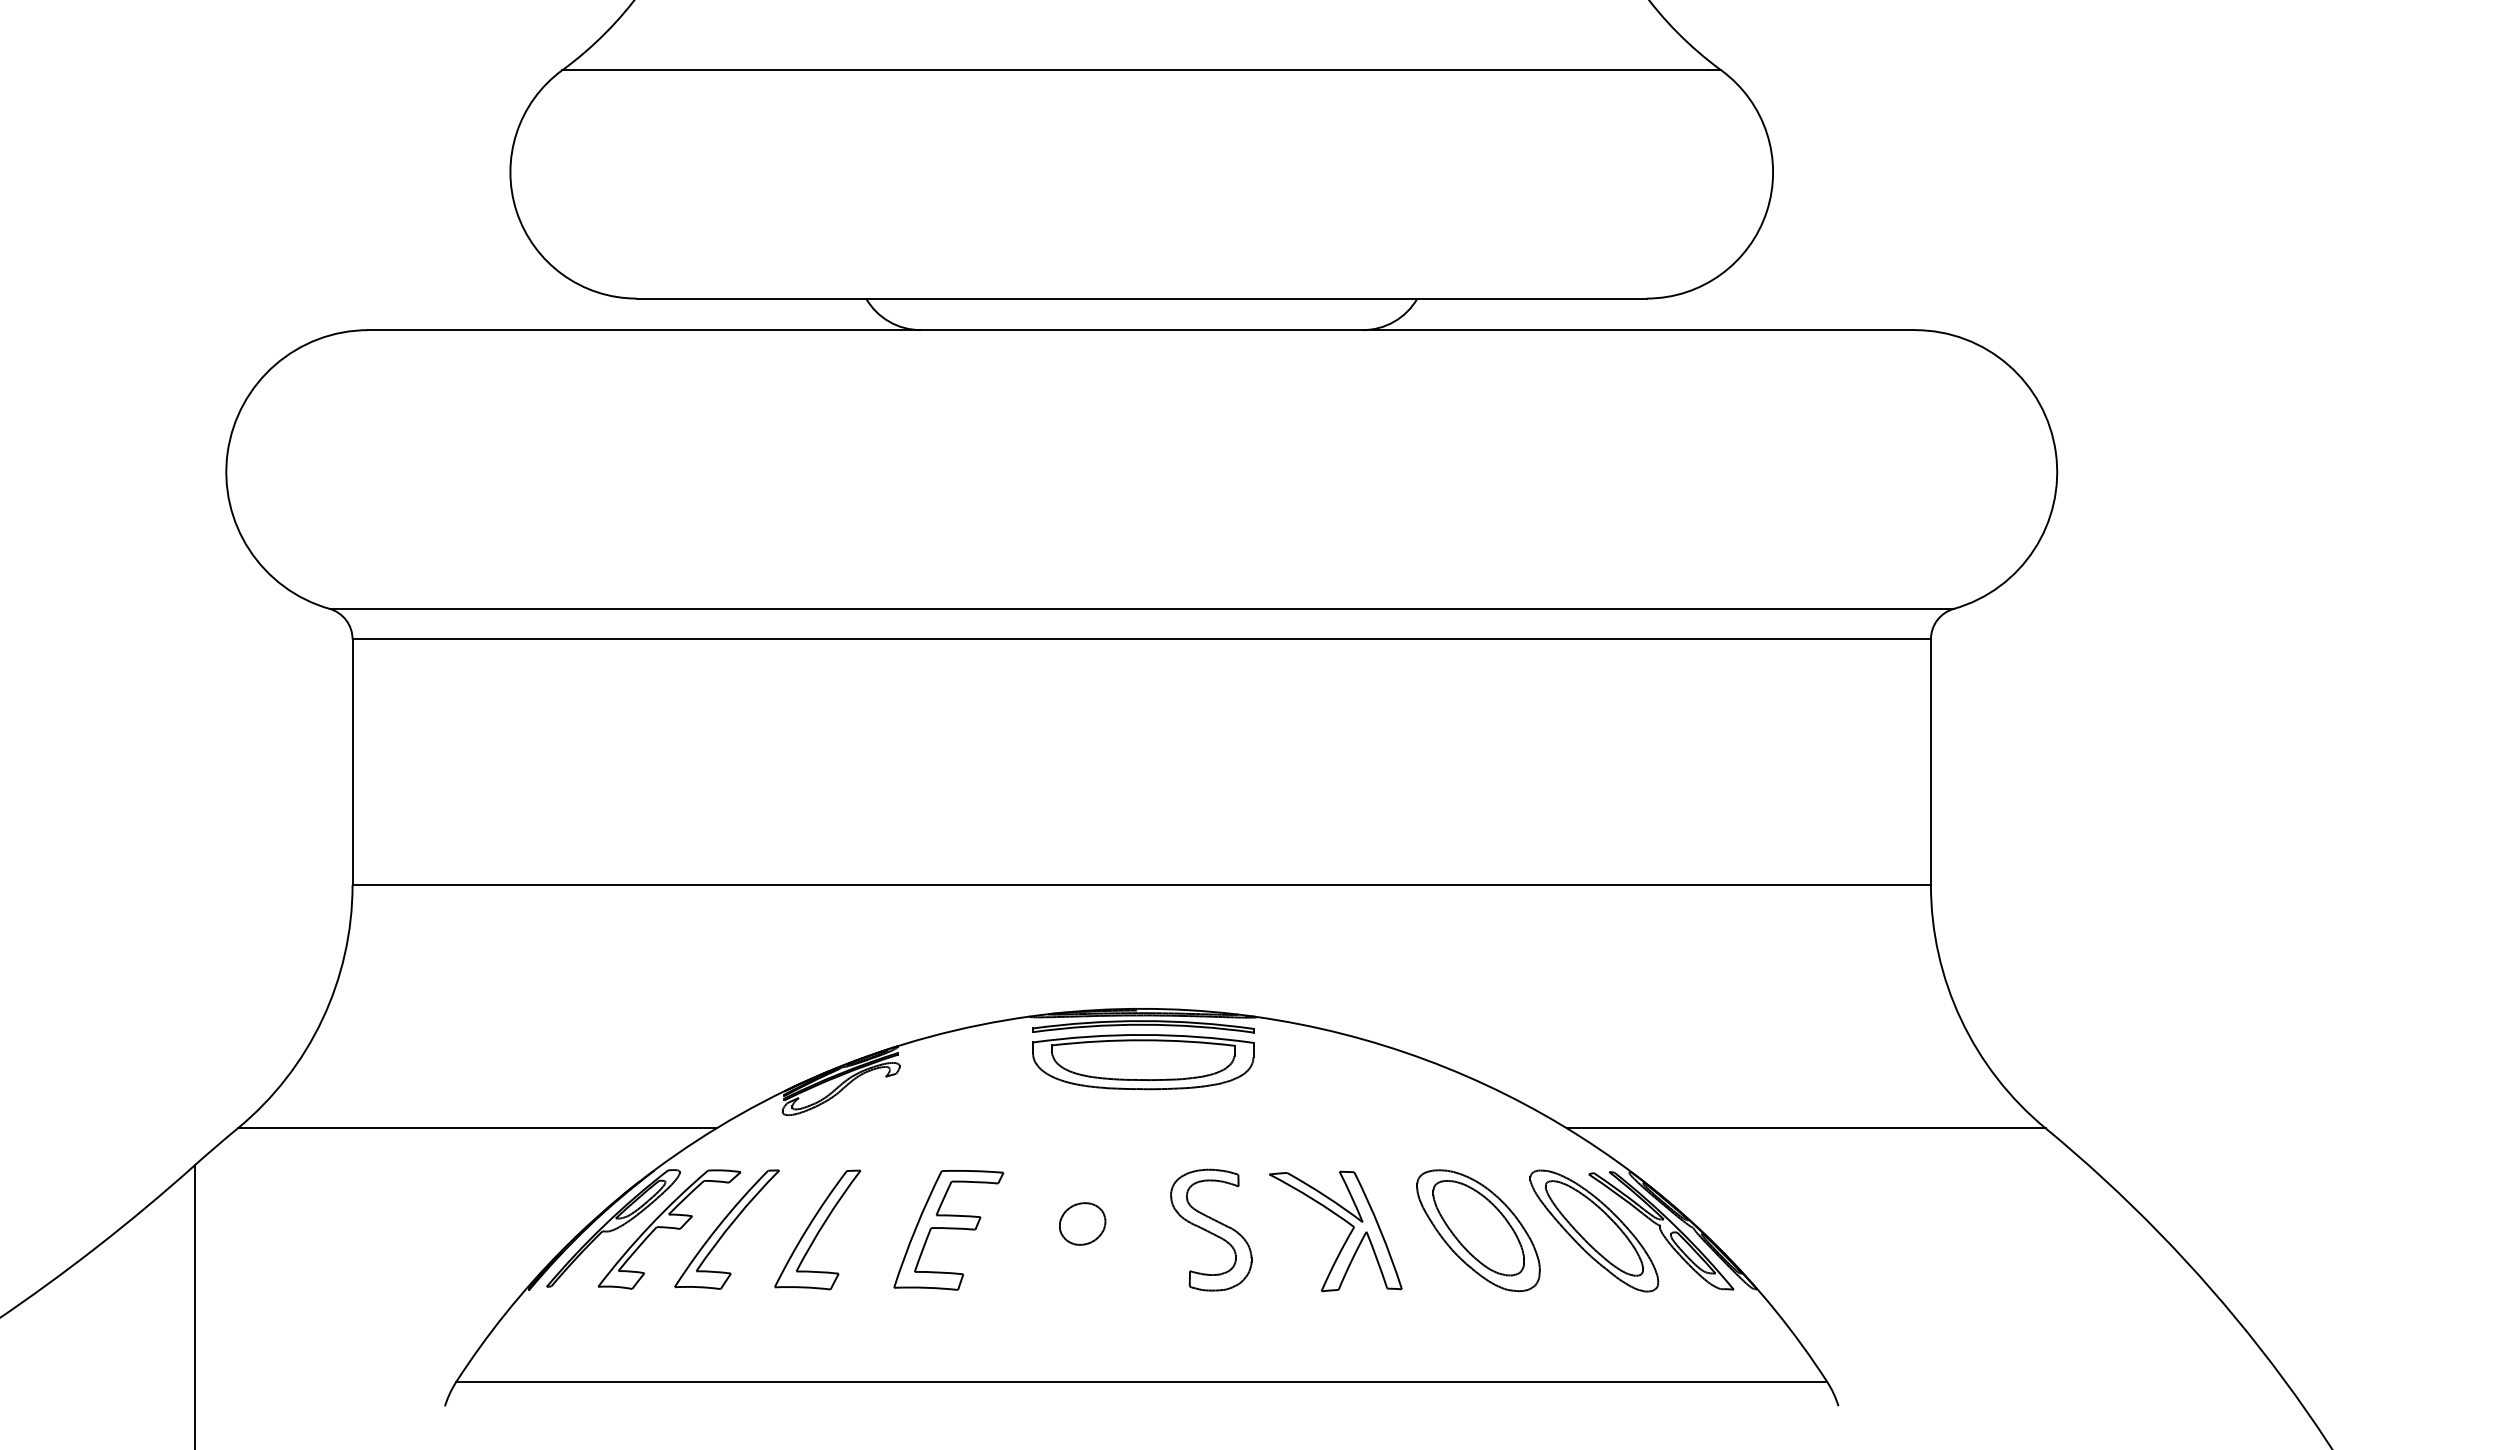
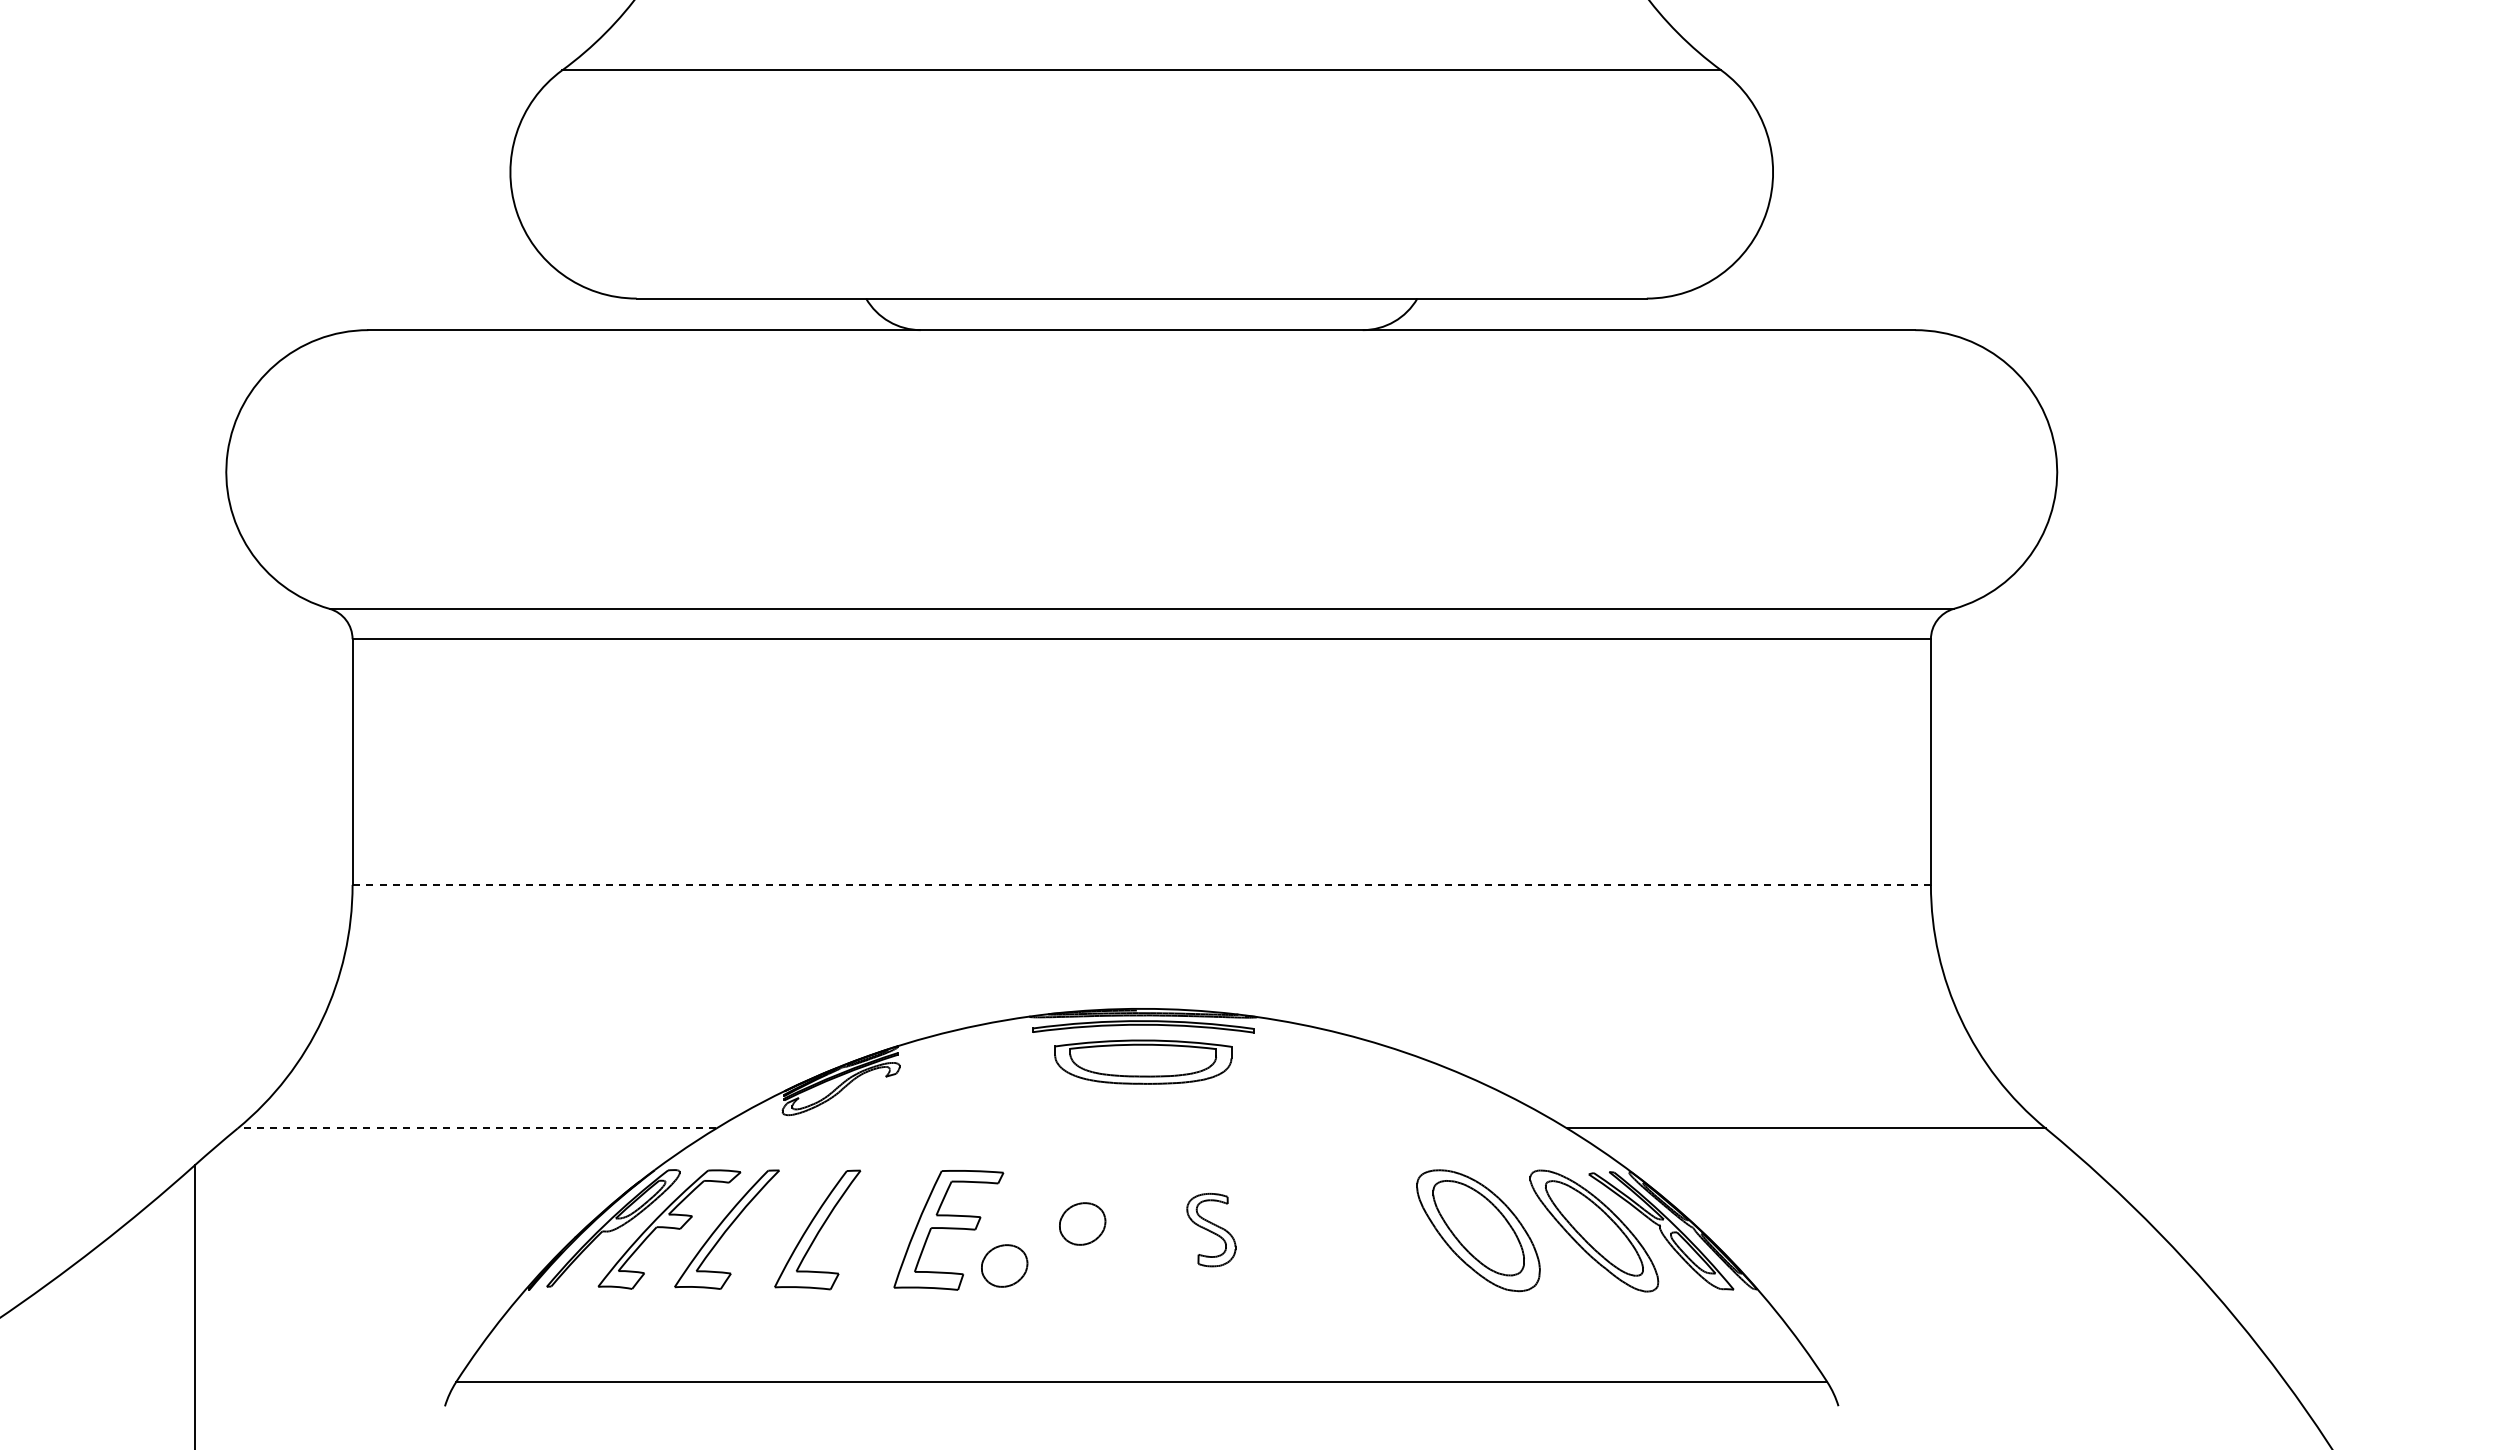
line at (1141, 884): solid -> dashed
part at (1143, 1062) size: 223x57 px -> 179x46 px
line at (476, 1128): solid -> dashed
part at (1211, 1229) size: 83x124 px -> 51x75 px
part at (1347, 1236): present -> none
part at (1004, 1265): none -> present
